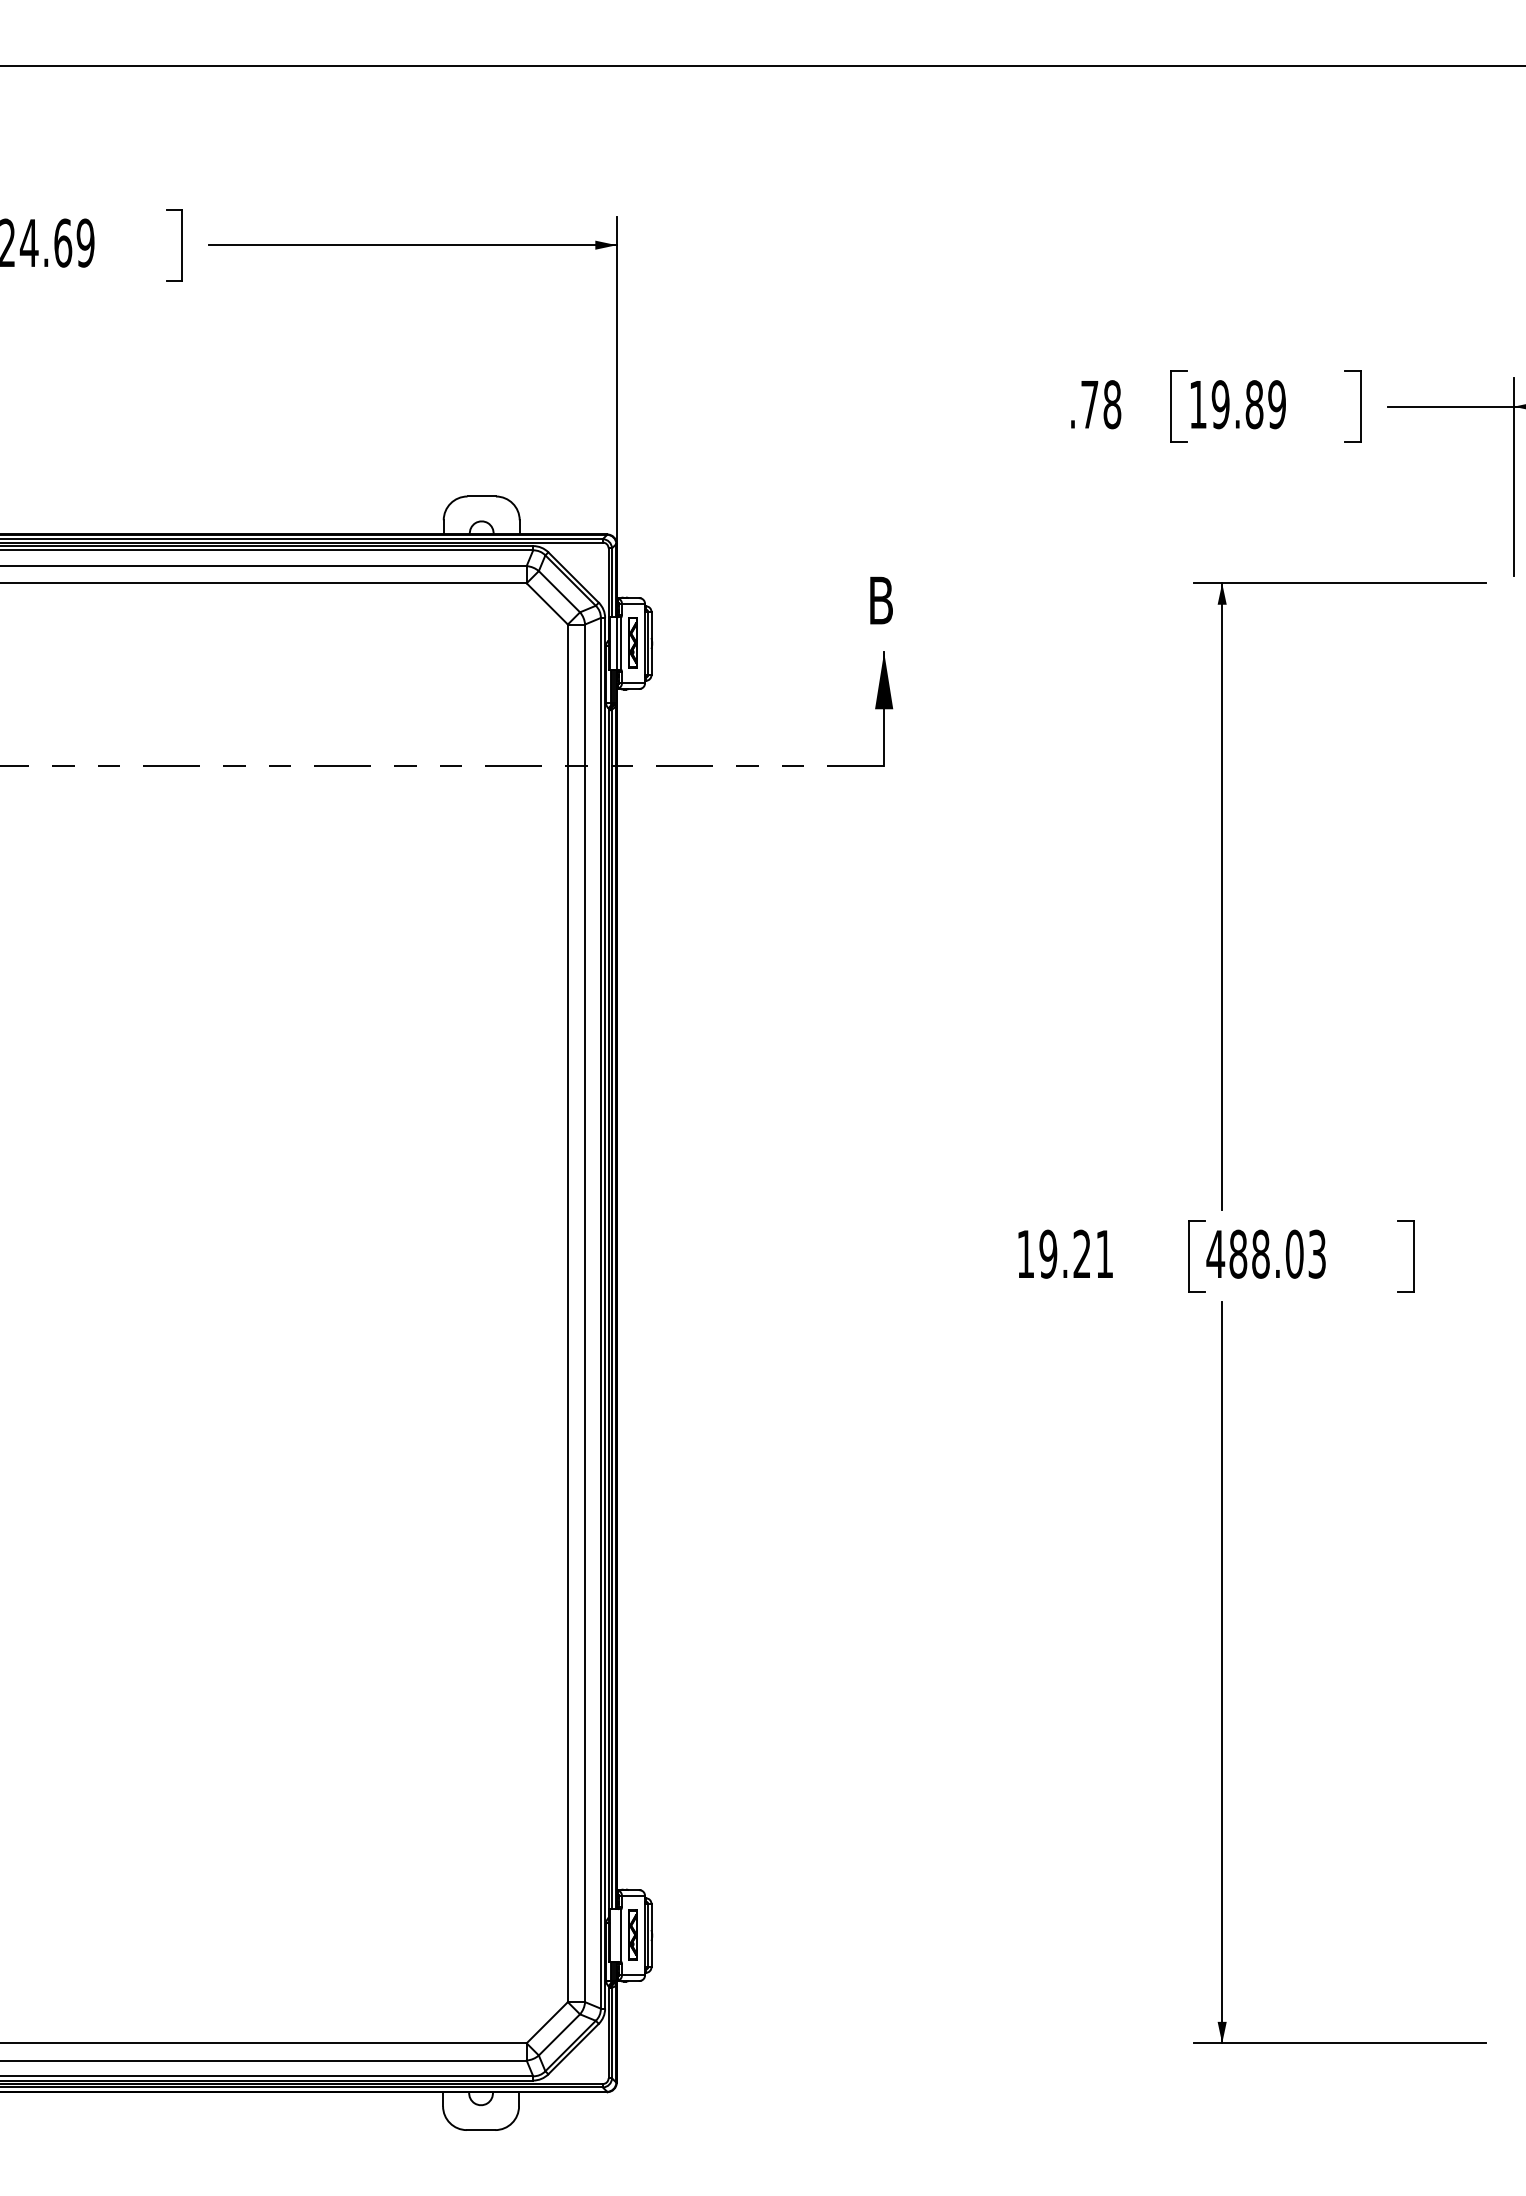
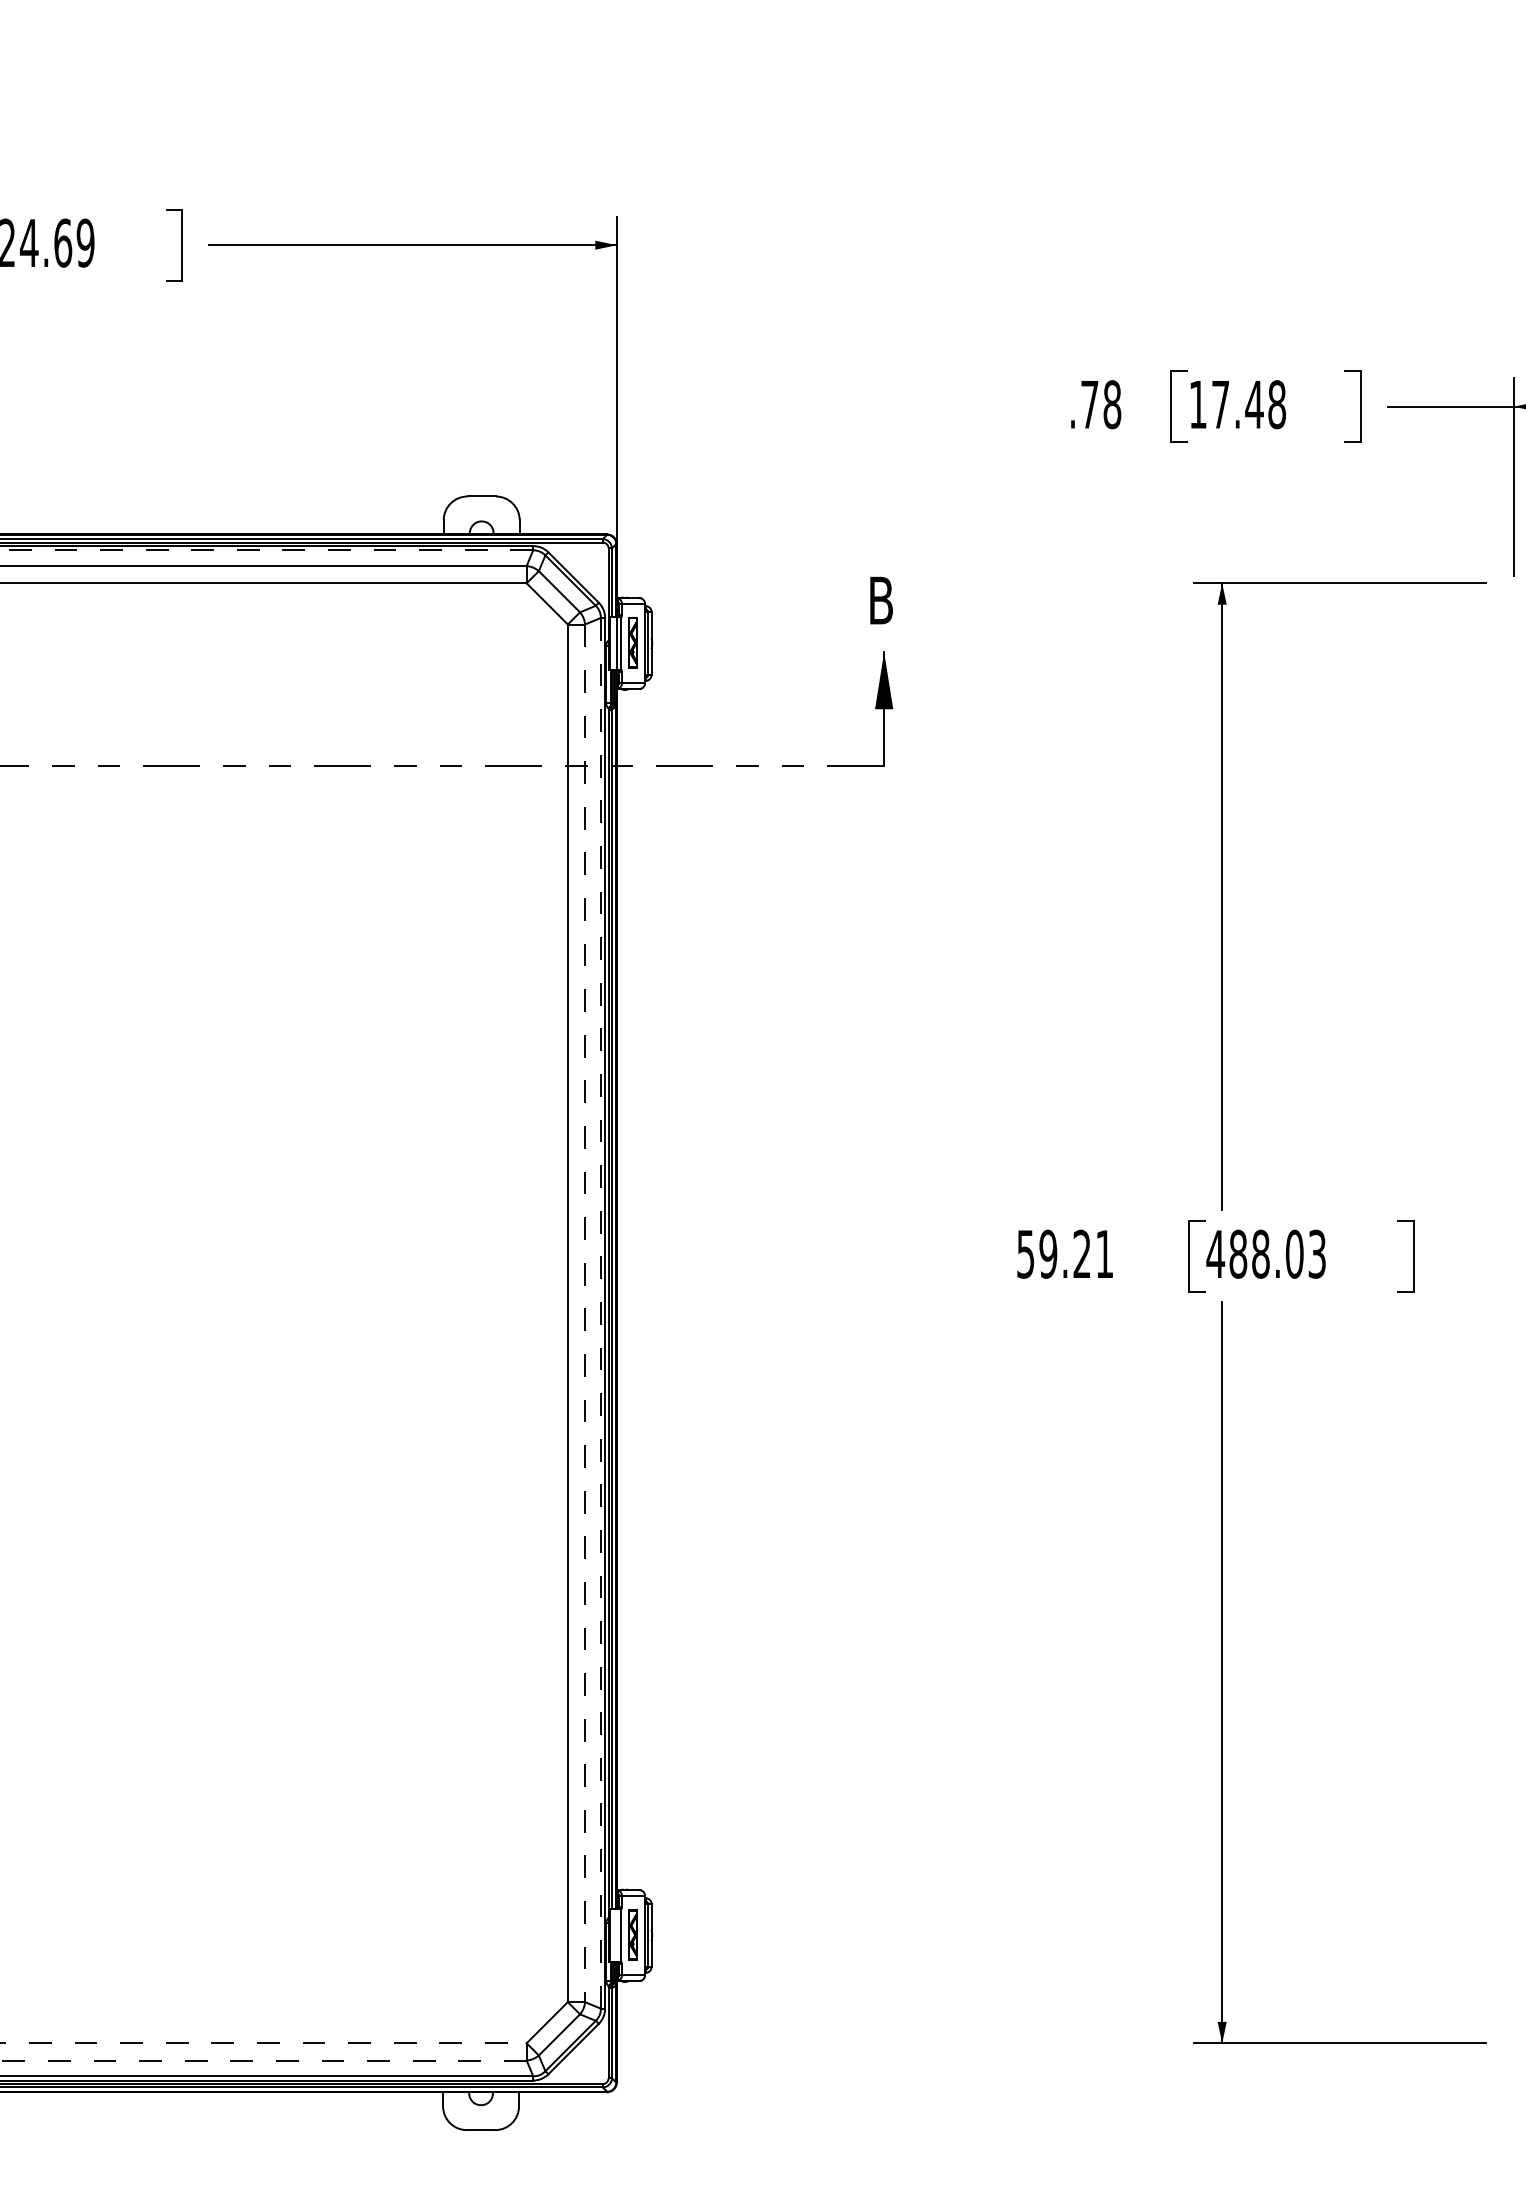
line at (762, 65): present -> none
text at (1248, 404): 19.89 -> 17.48
line at (266, 550): solid -> dashed
text at (1025, 1254): 19.21 -> 59.21
line at (600, 1312): solid -> dashed
line at (585, 1313): solid -> dashed
line at (263, 2043): solid -> dashed
line at (263, 2060): solid -> dashed
